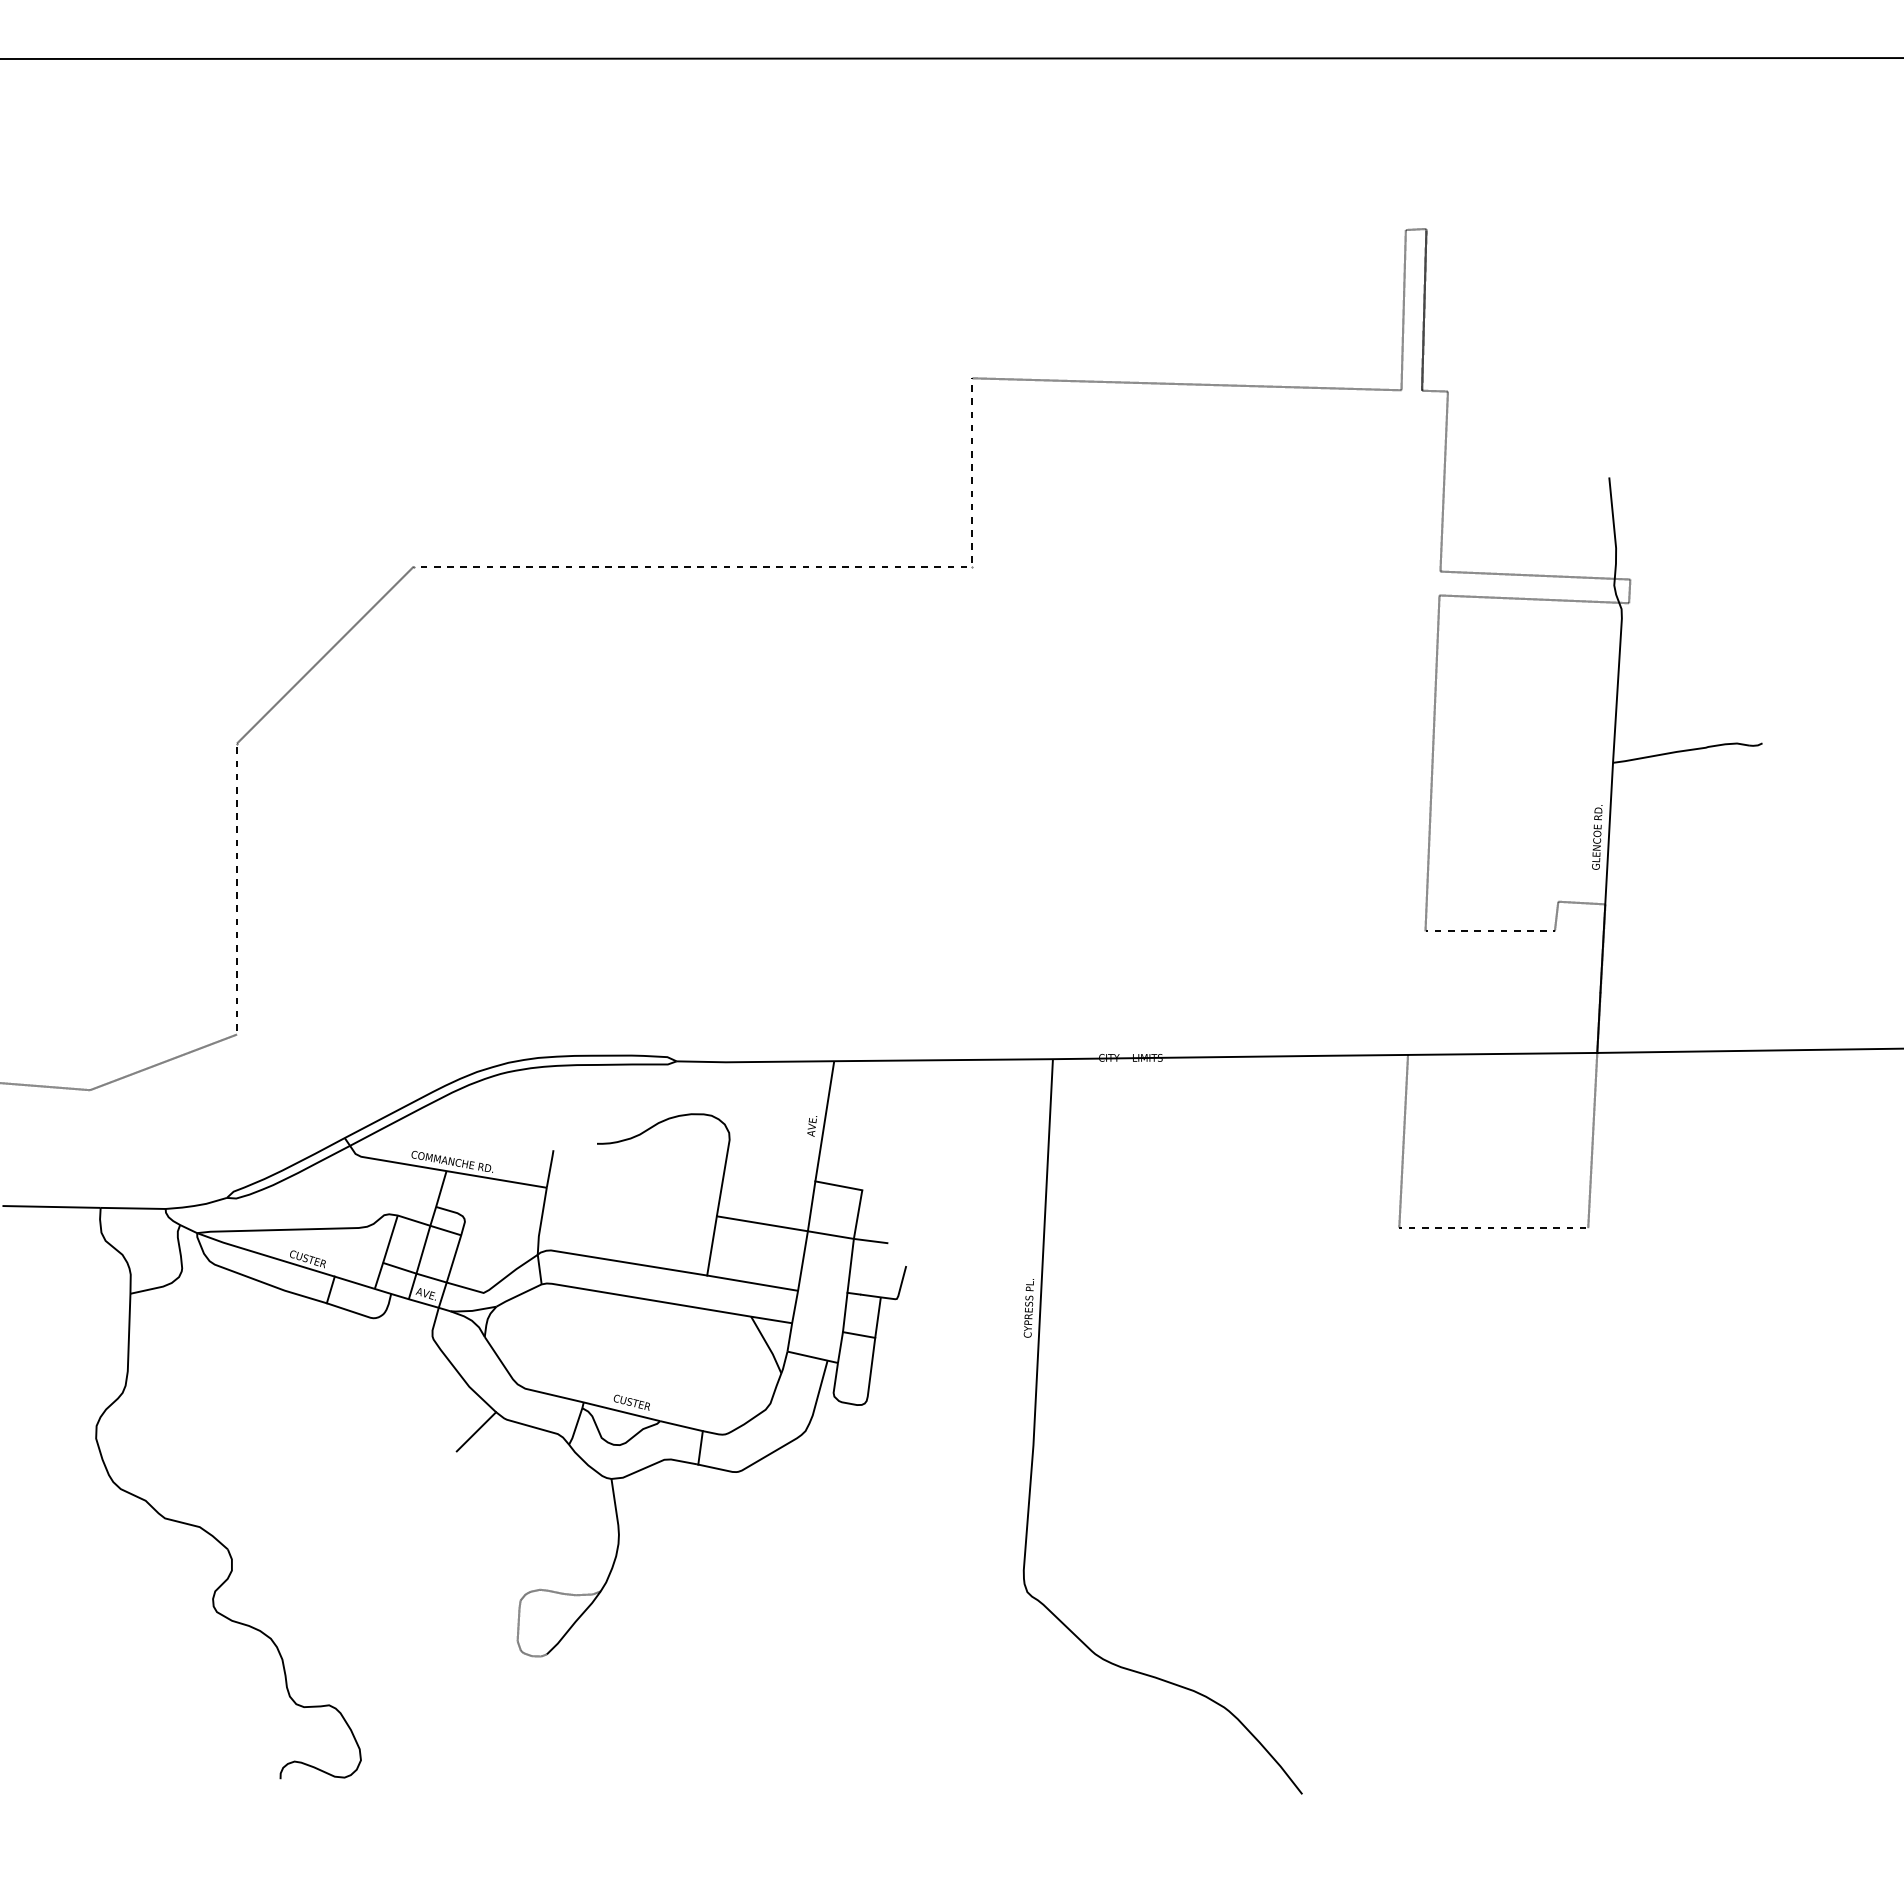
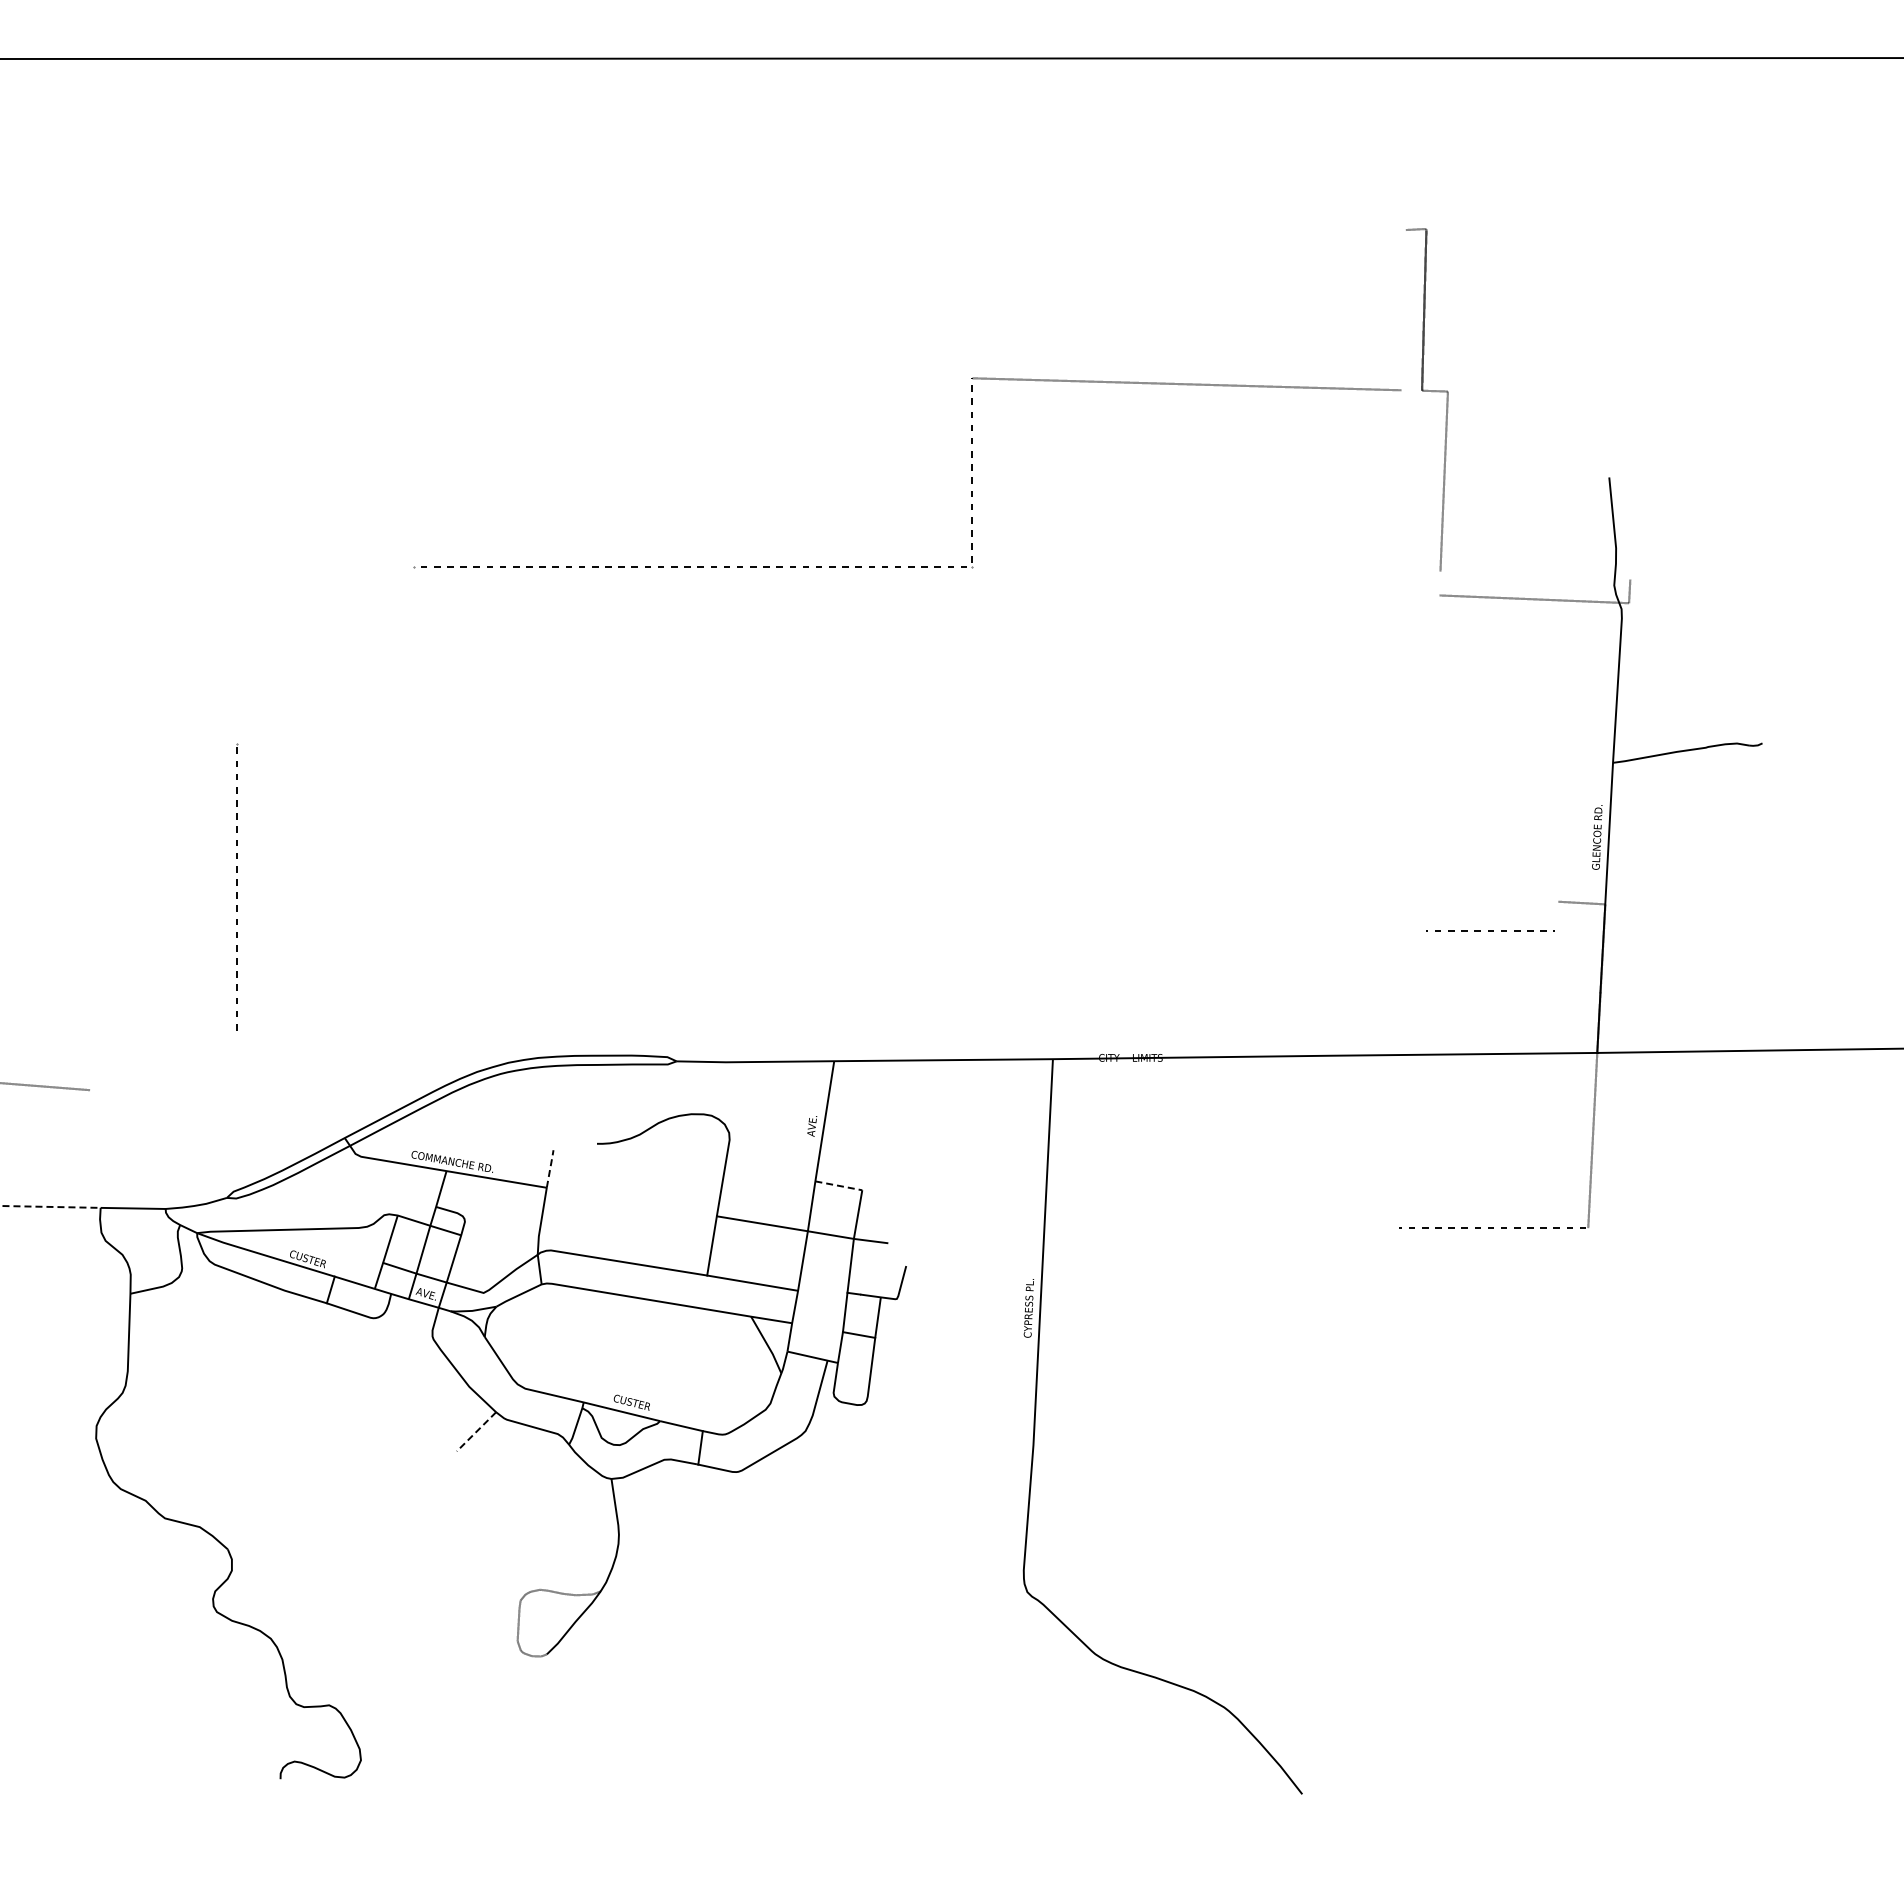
line at (1403, 310): present -> none
line at (1535, 575): present -> none
line at (325, 654): present -> none
line at (1432, 763): present -> none
line at (1556, 916): present -> none
line at (163, 1062): present -> none
line at (1403, 1140): present -> none
line at (550, 1168): solid -> dashed
line at (838, 1185): solid -> dashed
line at (52, 1206): solid -> dashed
line at (476, 1431): solid -> dashed
